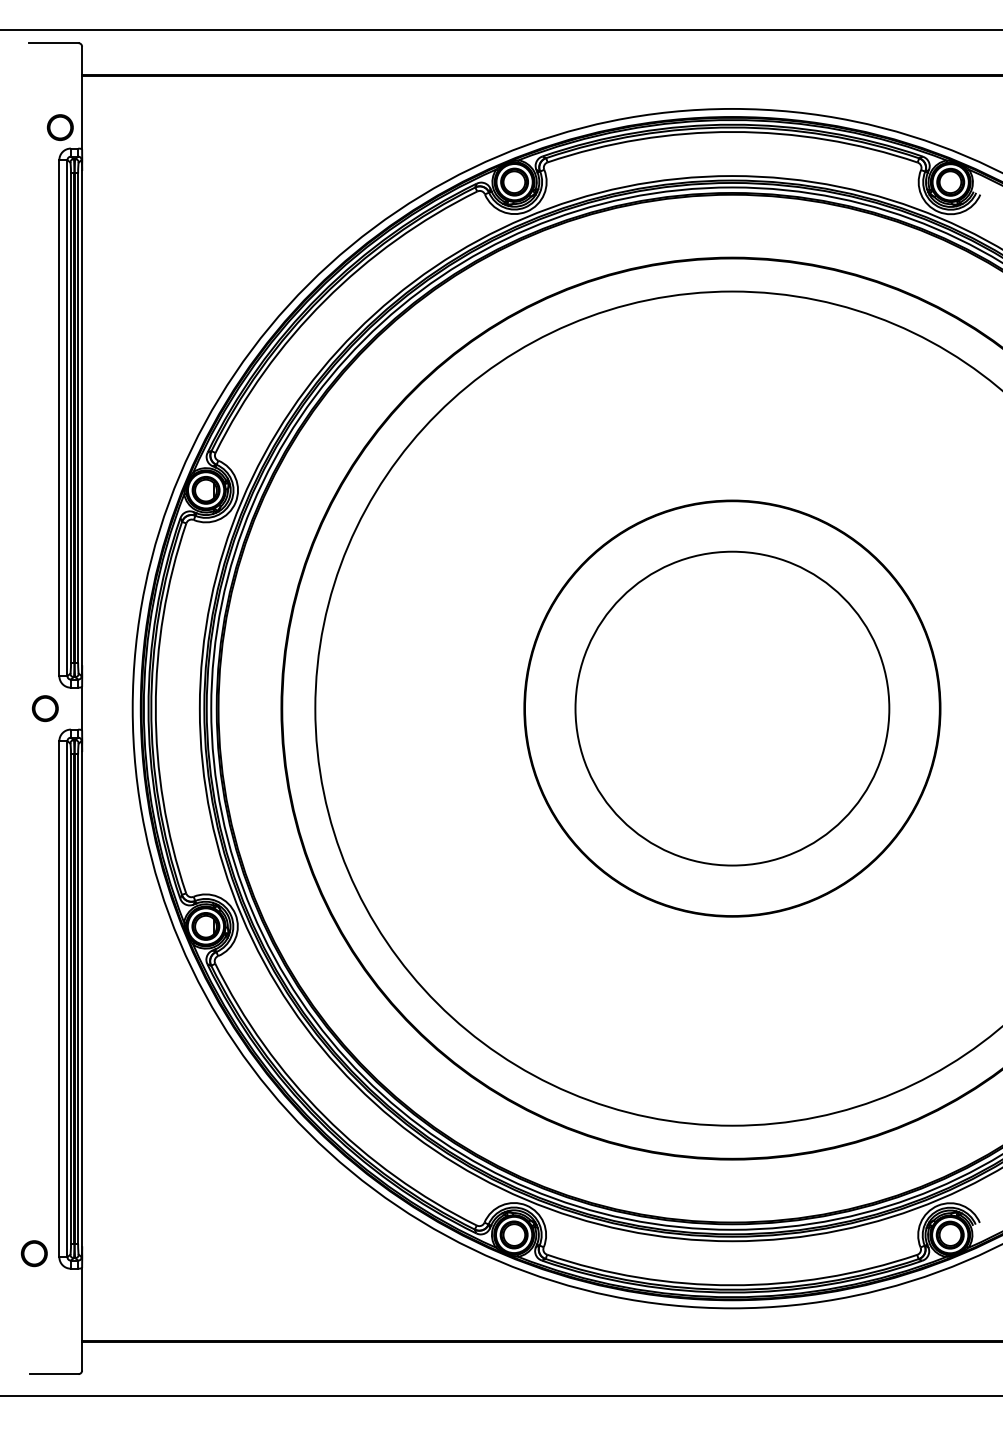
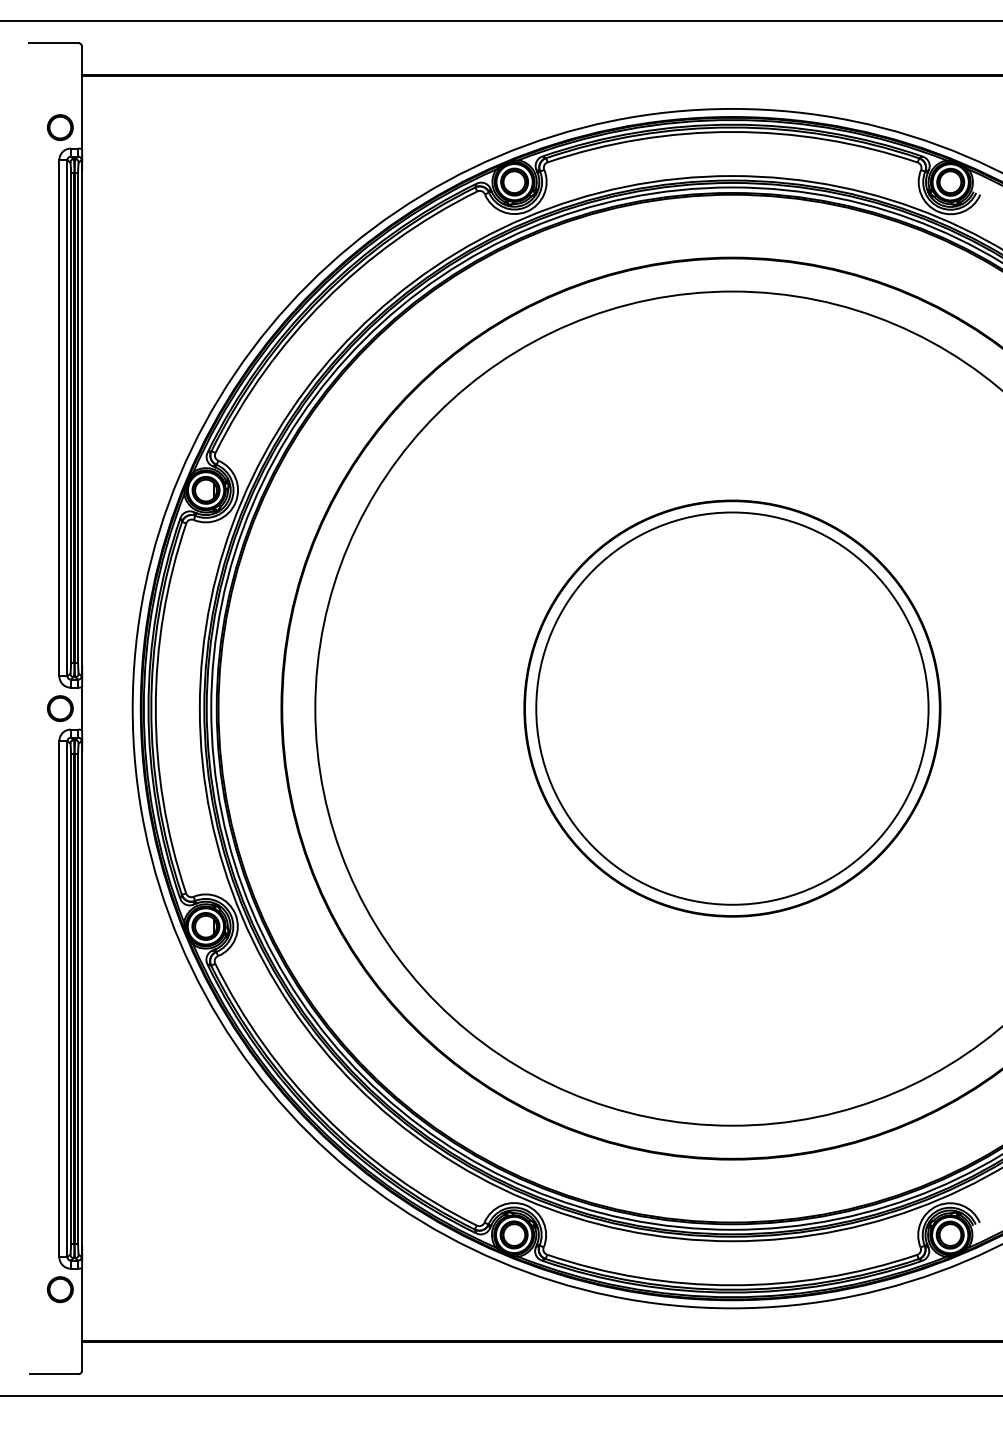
line at (500, 30) position: (500, 30) -> (500, 21)
part at (44, 708) position: (44, 708) -> (59, 708)
circle at (732, 708) diameter: 314 px -> 392 px
part at (33, 1253) position: (33, 1253) -> (59, 1289)
